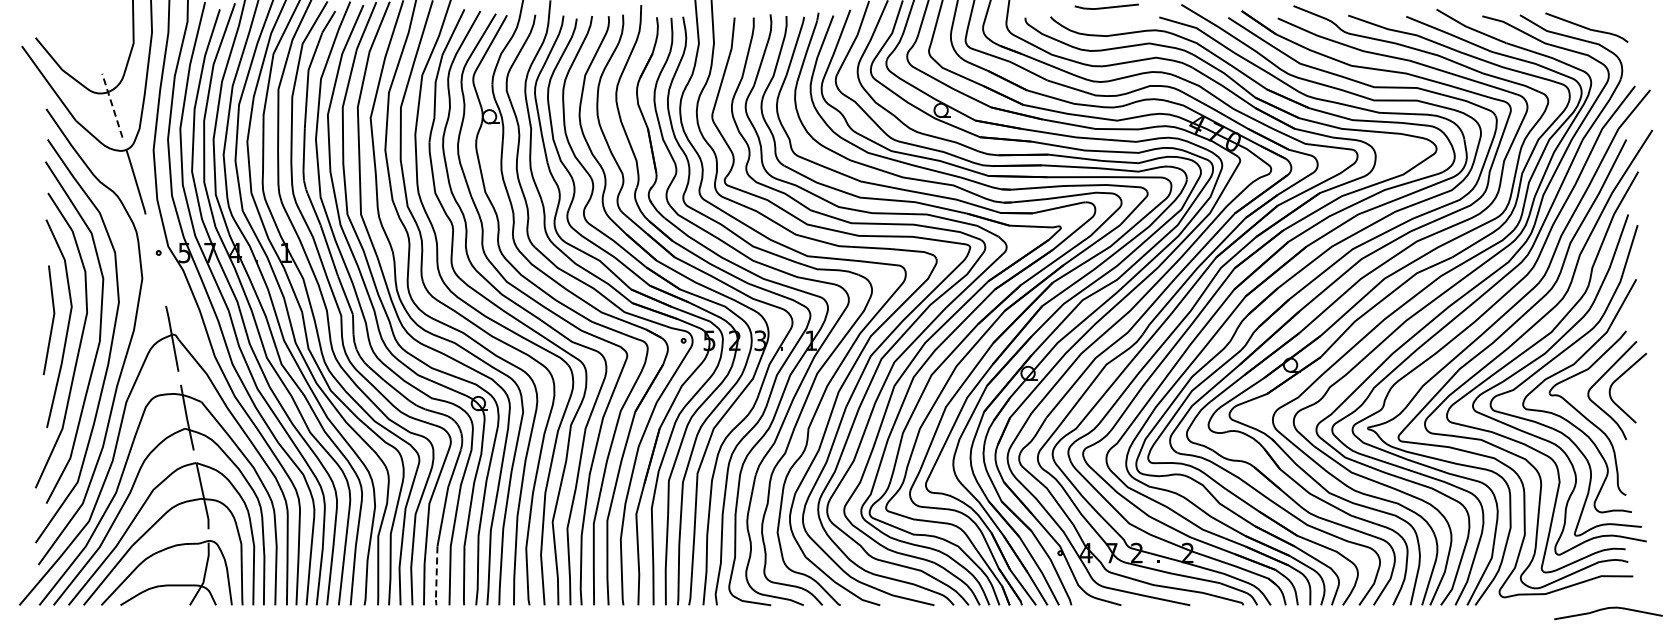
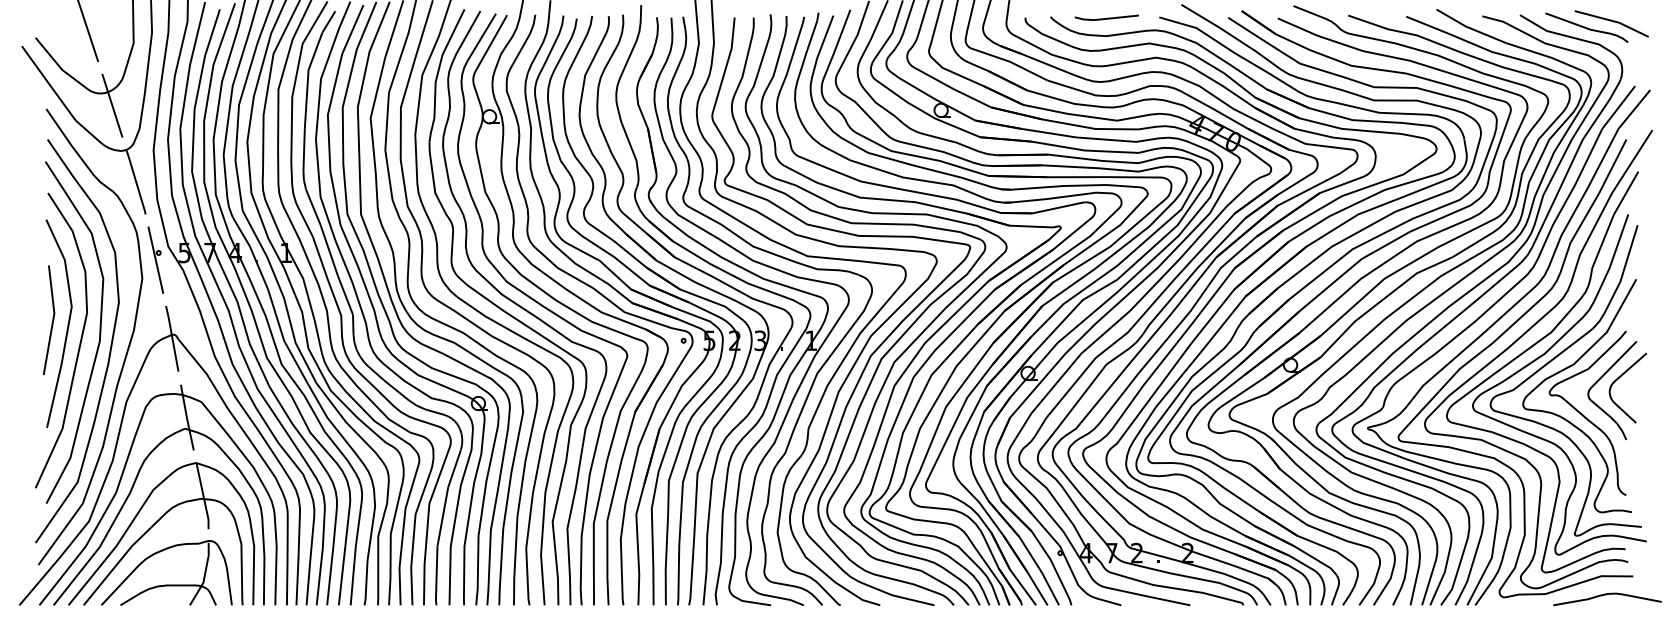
line at (1107, 6) position: (1107, 6) -> (1107, 17)
line at (1611, 21): none -> present
line at (88, 31): none -> present
line at (112, 104): dashed -> solid
line at (155, 259): none -> present
line at (436, 573): dashed -> solid
curve at (1607, 609) position: (1607, 609) -> (1606, 595)
